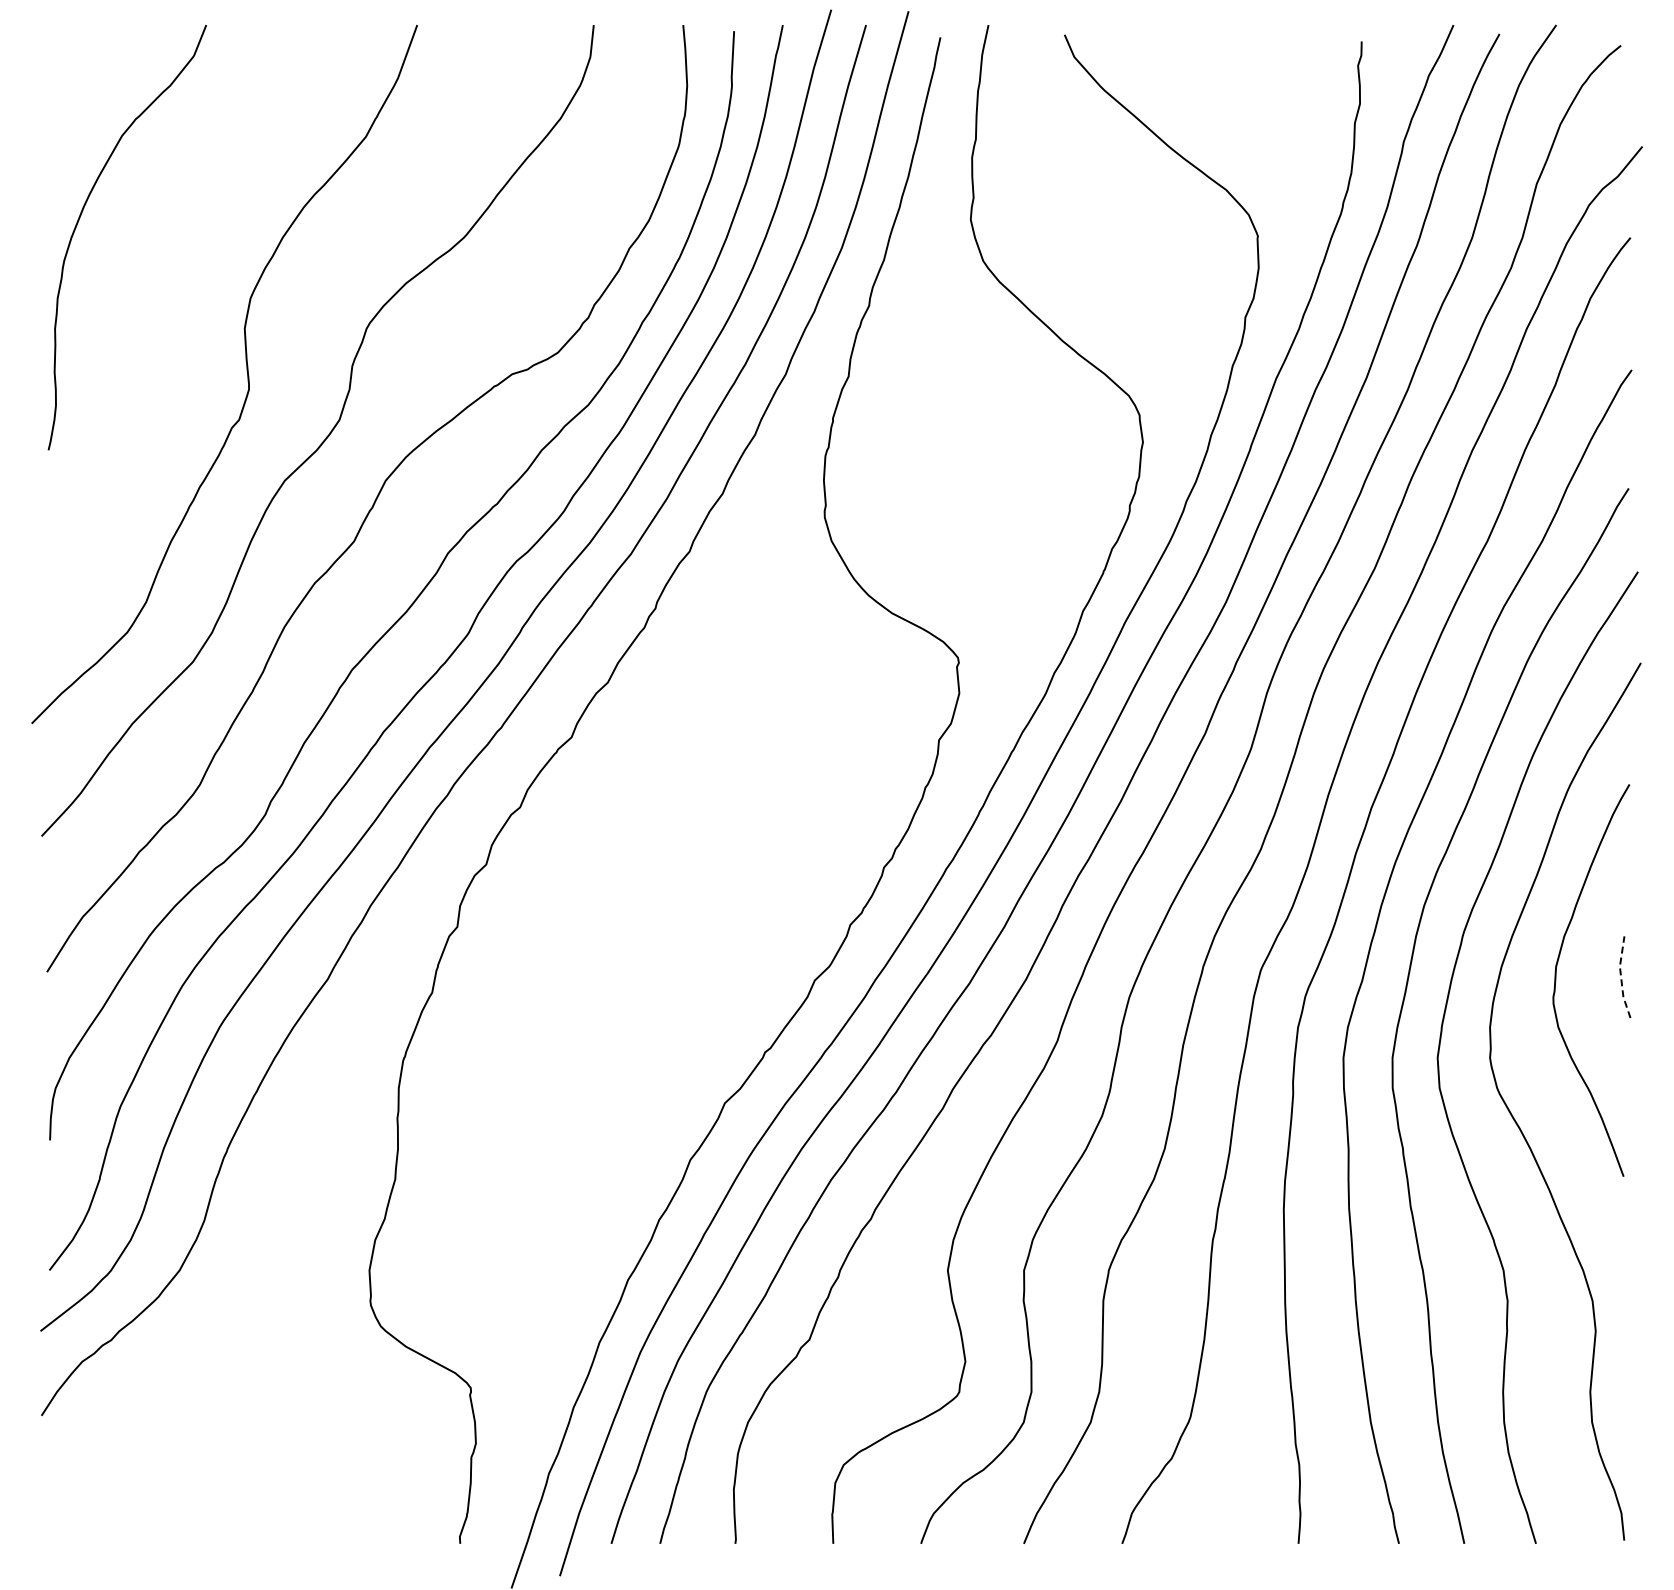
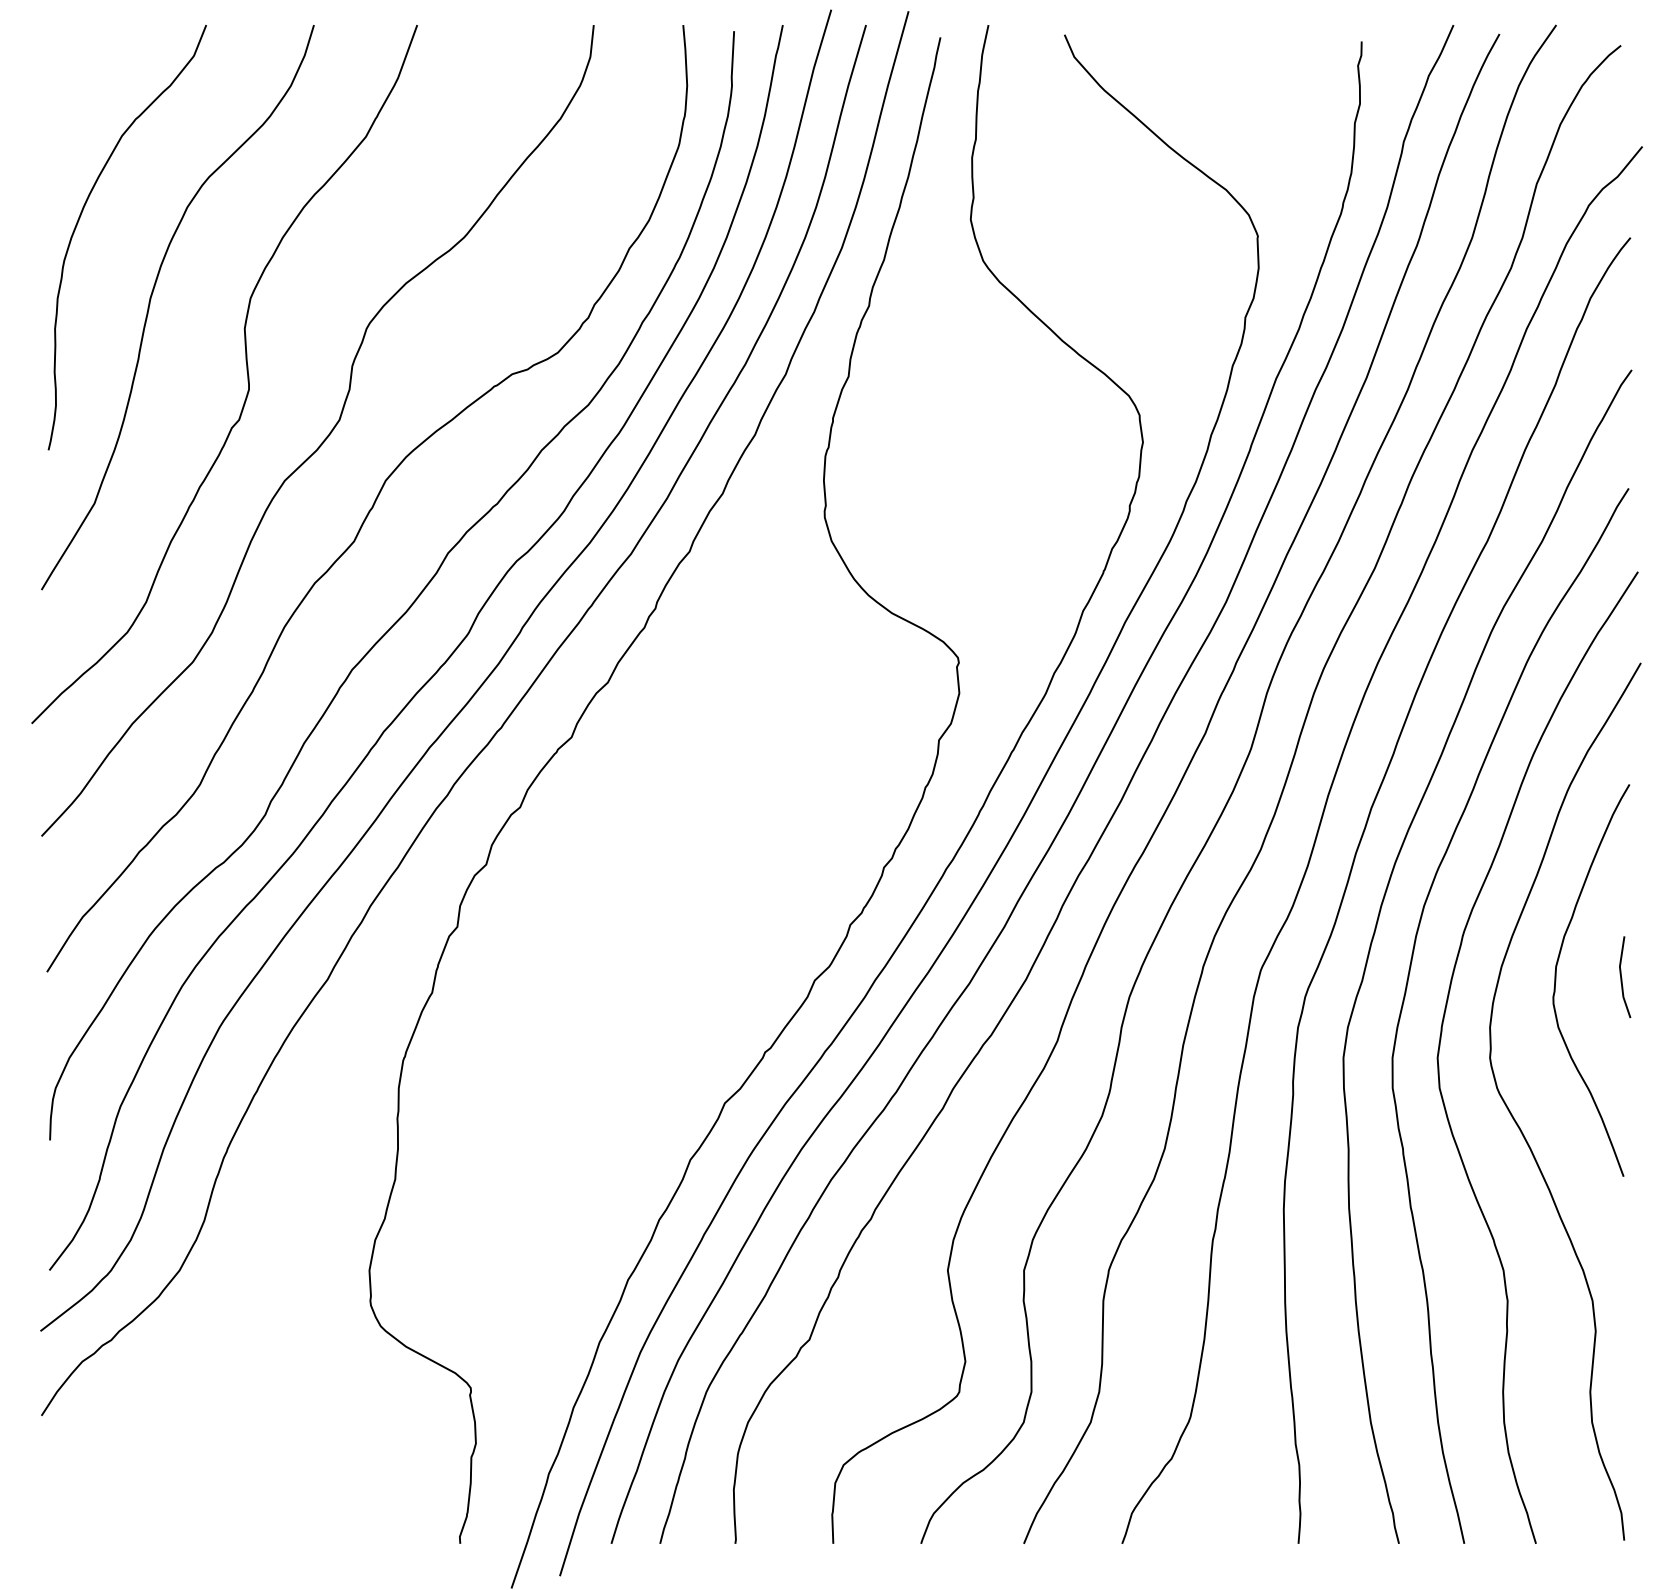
curve at (150, 304): none -> present
line at (1621, 977): dashed -> solid
